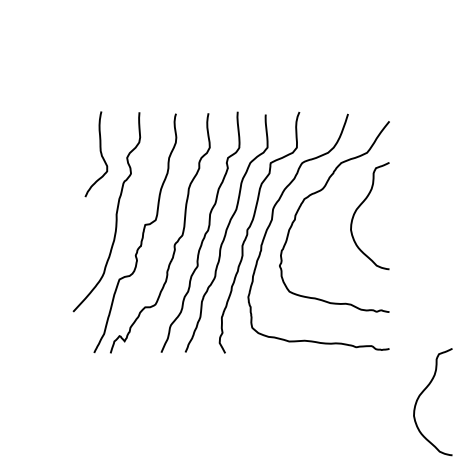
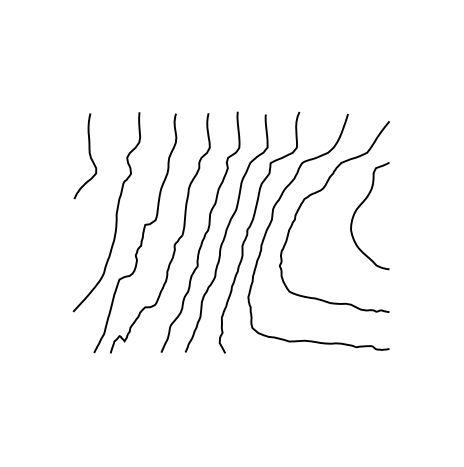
curve at (100, 154) position: (100, 154) -> (89, 156)
curve at (420, 396): present -> none
